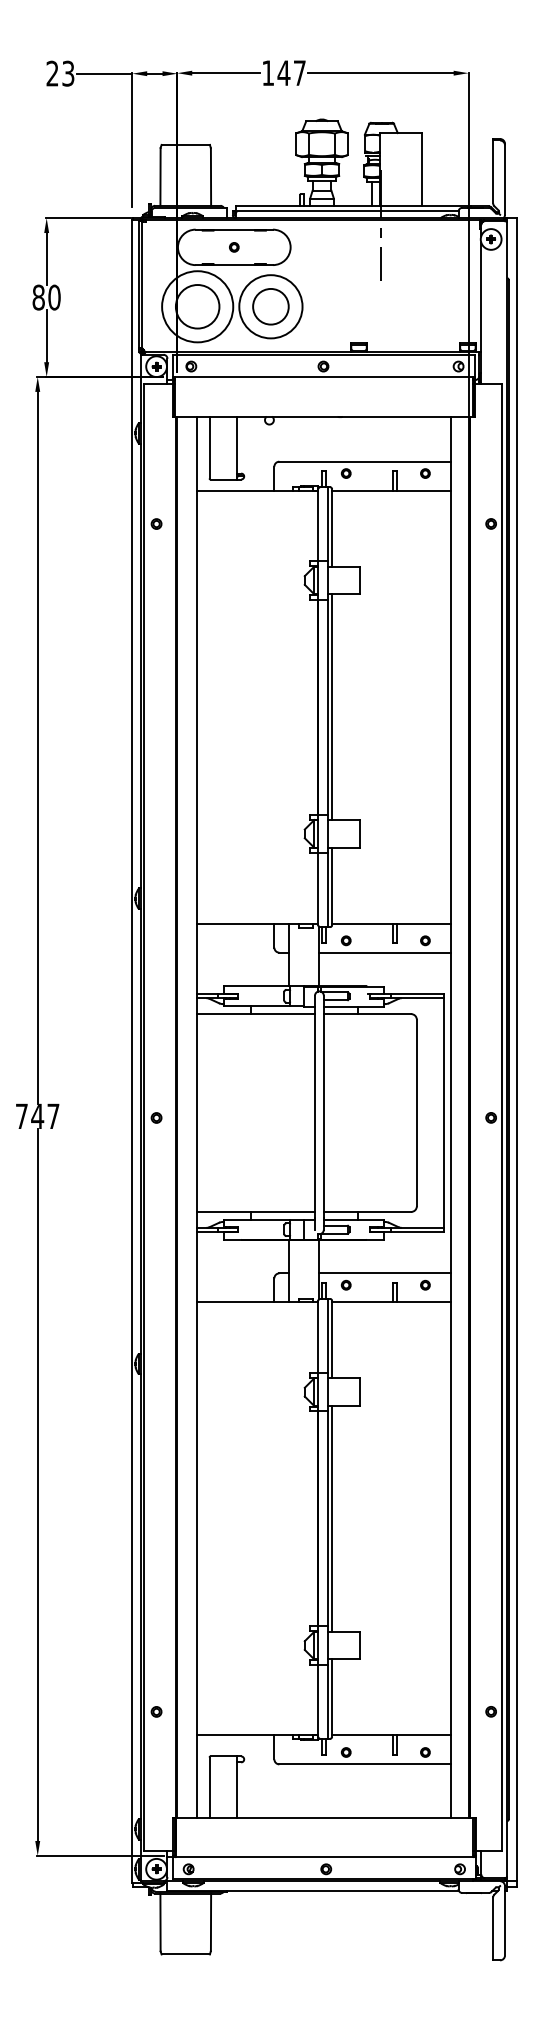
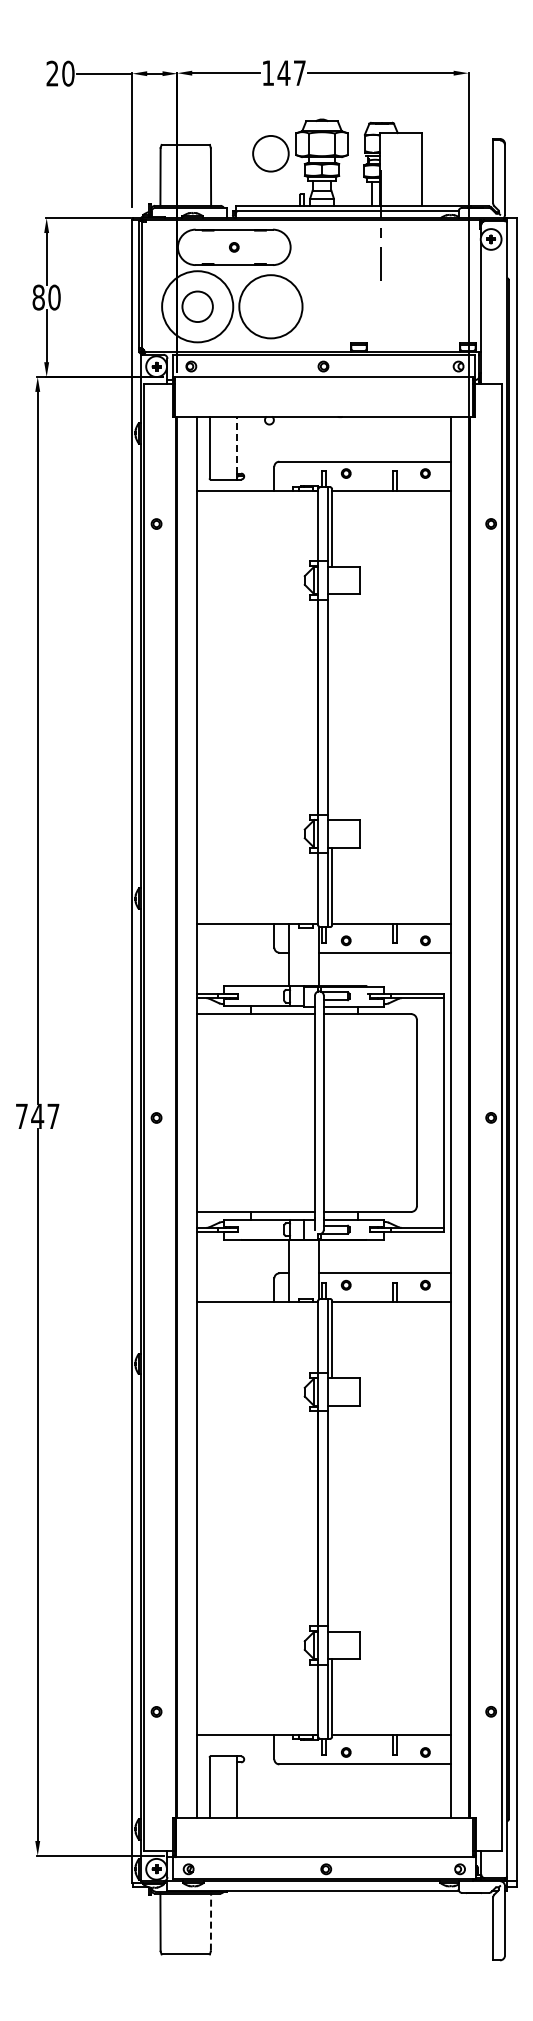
text at (68, 73): 23 -> 20
circle at (197, 306) diameter: 44 px -> 30 px
circle at (270, 306) position: (270, 306) -> (270, 153)
line at (237, 444): solid -> dashed
line at (332, 707): present -> none
line at (332, 1518): present -> none
line at (211, 1922): solid -> dashed
